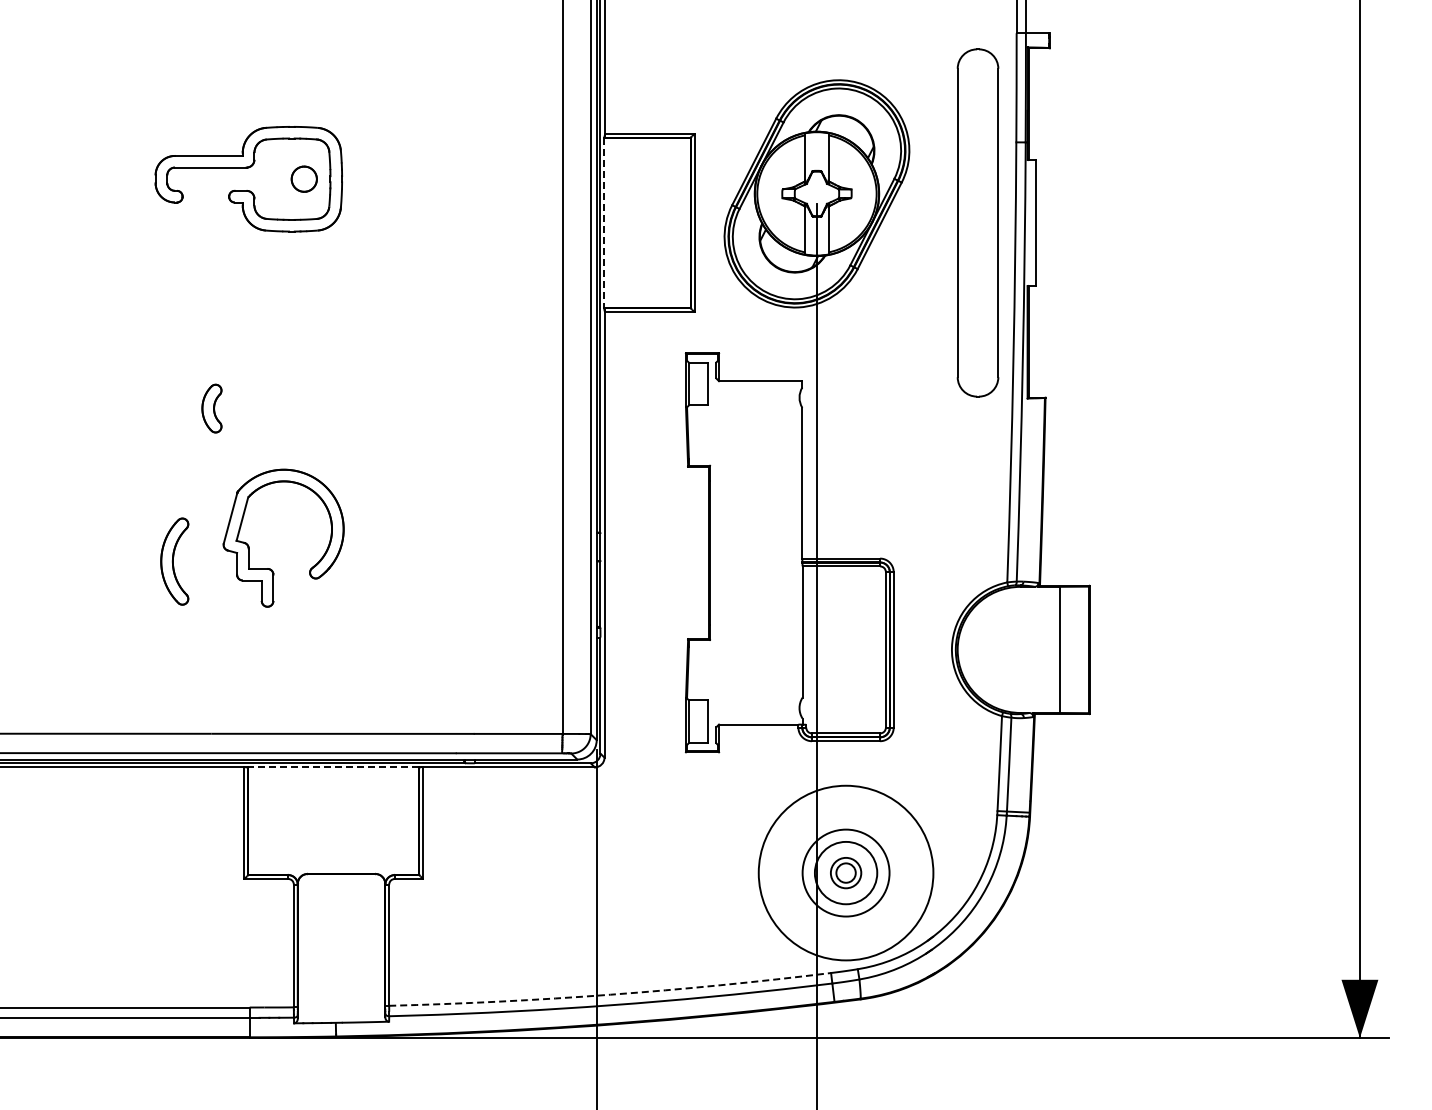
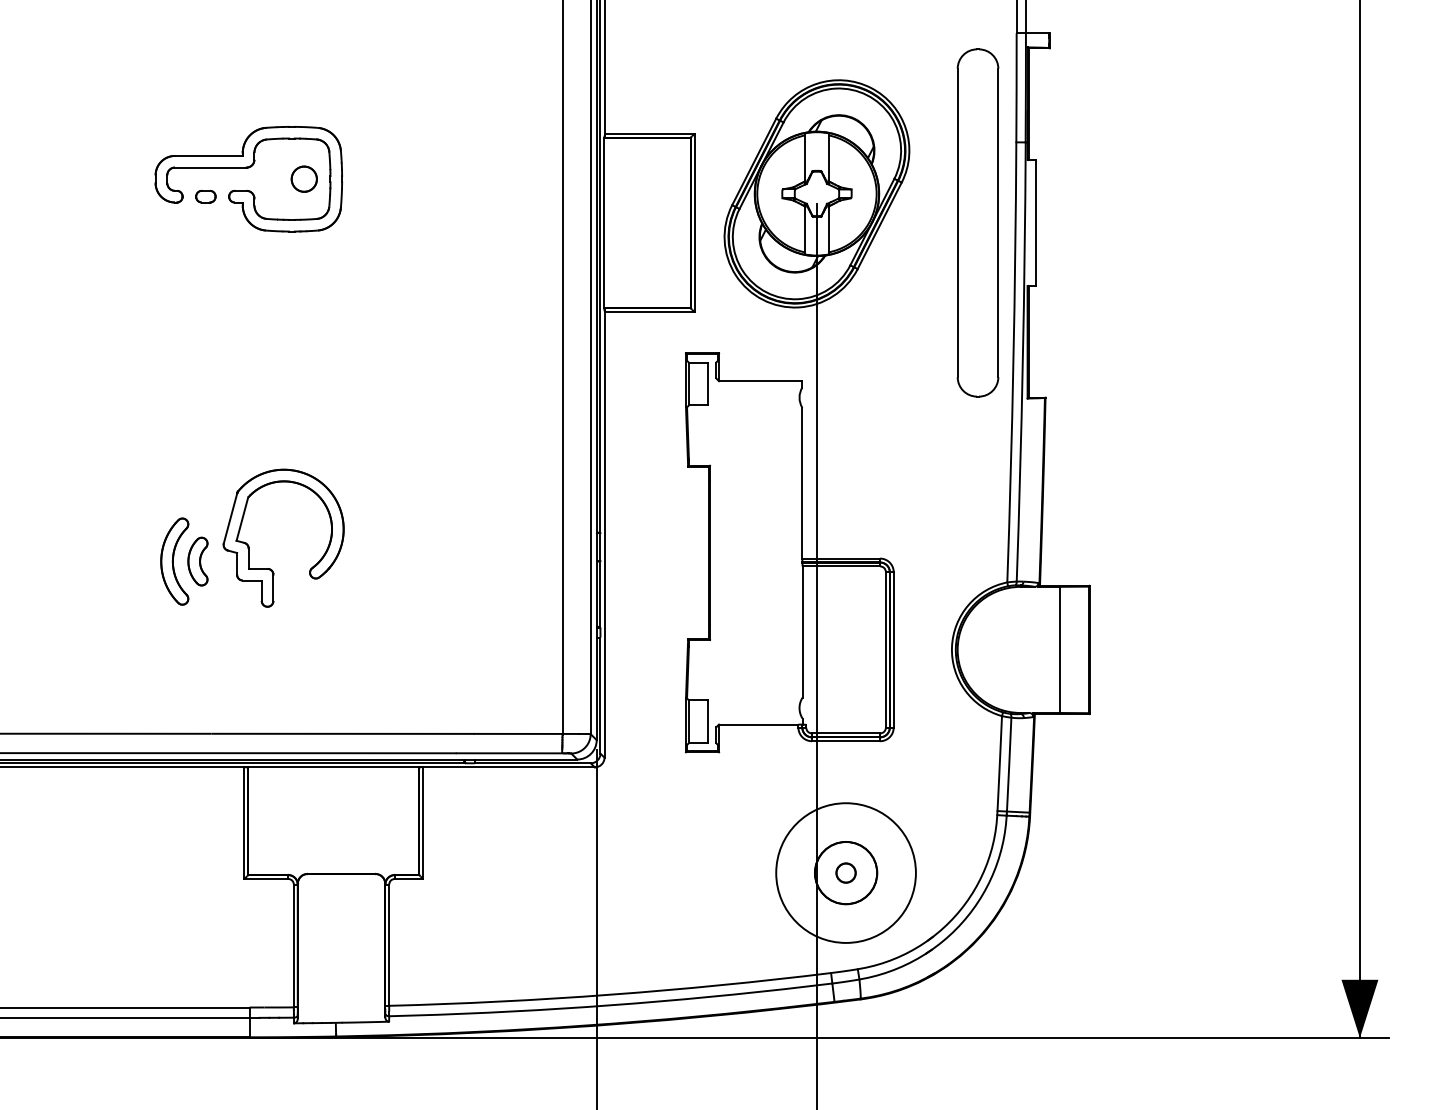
part at (205, 196): none -> present
line at (604, 223): dashed -> solid
part at (211, 408) position: (211, 408) -> (197, 561)
line at (333, 767): dashed -> solid
circle at (845, 872) diameter: 175 px -> 140 px
circle at (845, 872) diameter: 30 px -> 19 px
circle at (845, 872) diameter: 87 px -> 62 px
arc at (610, 994): dashed -> solid
